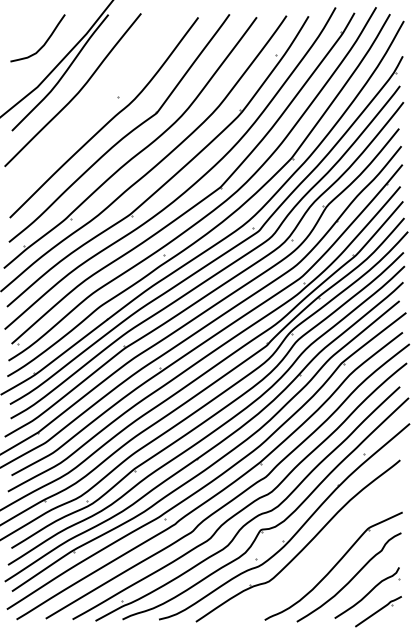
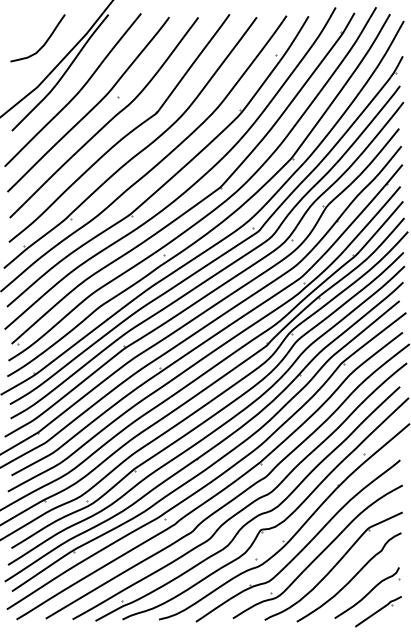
curve at (92, 107): none -> present
part at (317, 551): none -> present
